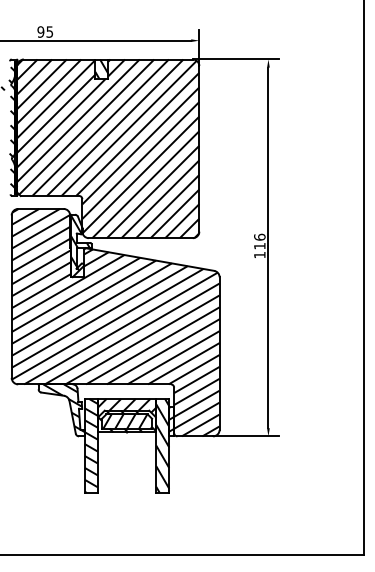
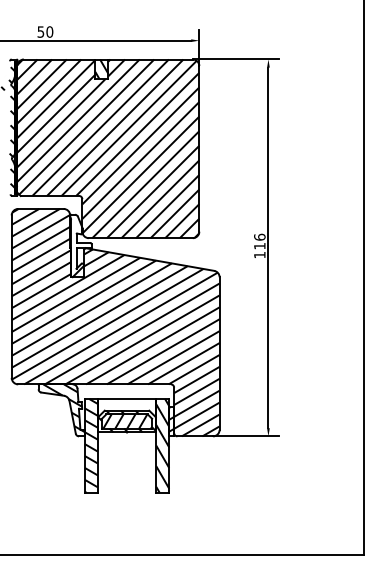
text at (45, 31): 95 -> 50
hatch at (79, 242): present -> none
hatch at (126, 410): present -> none
